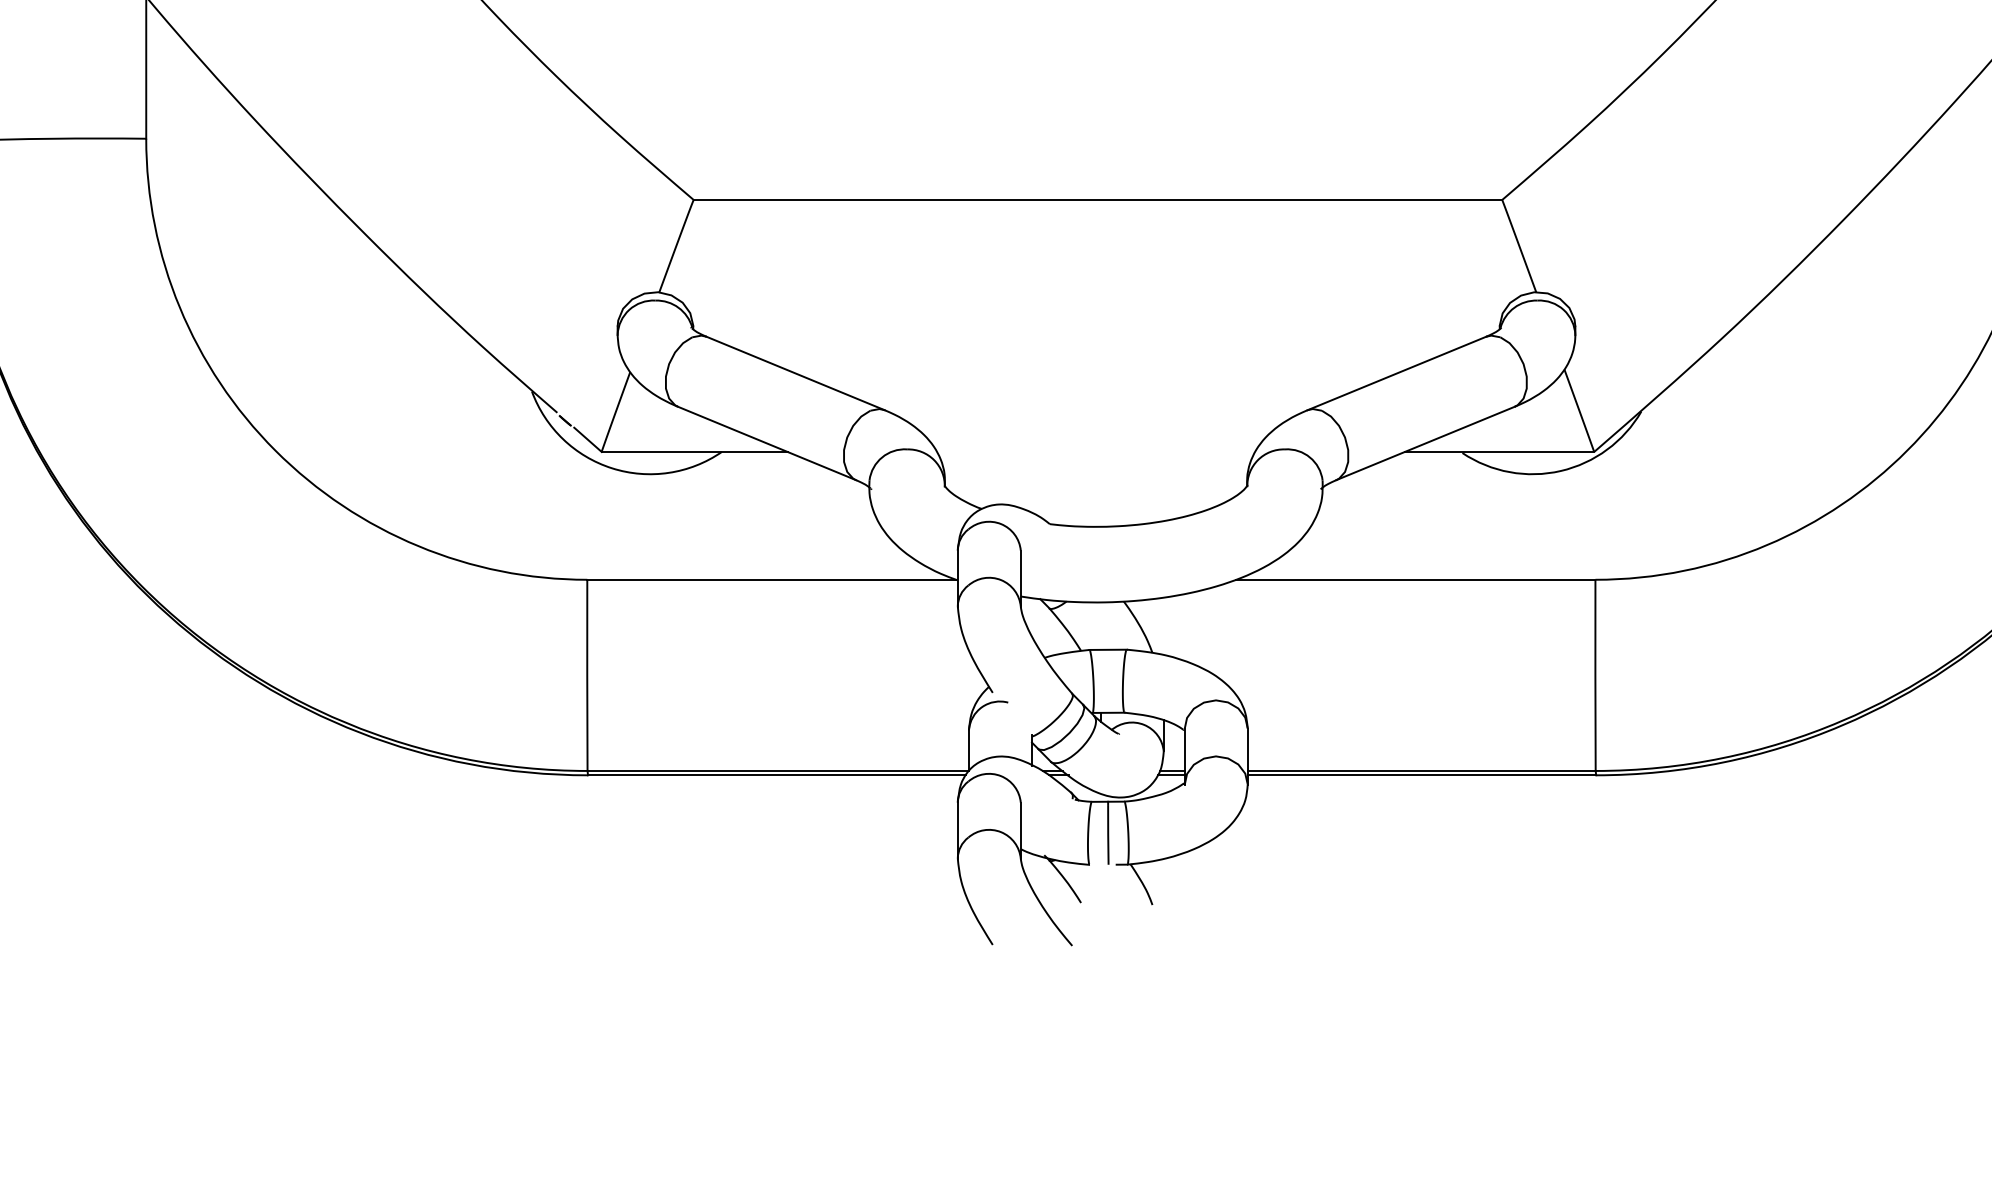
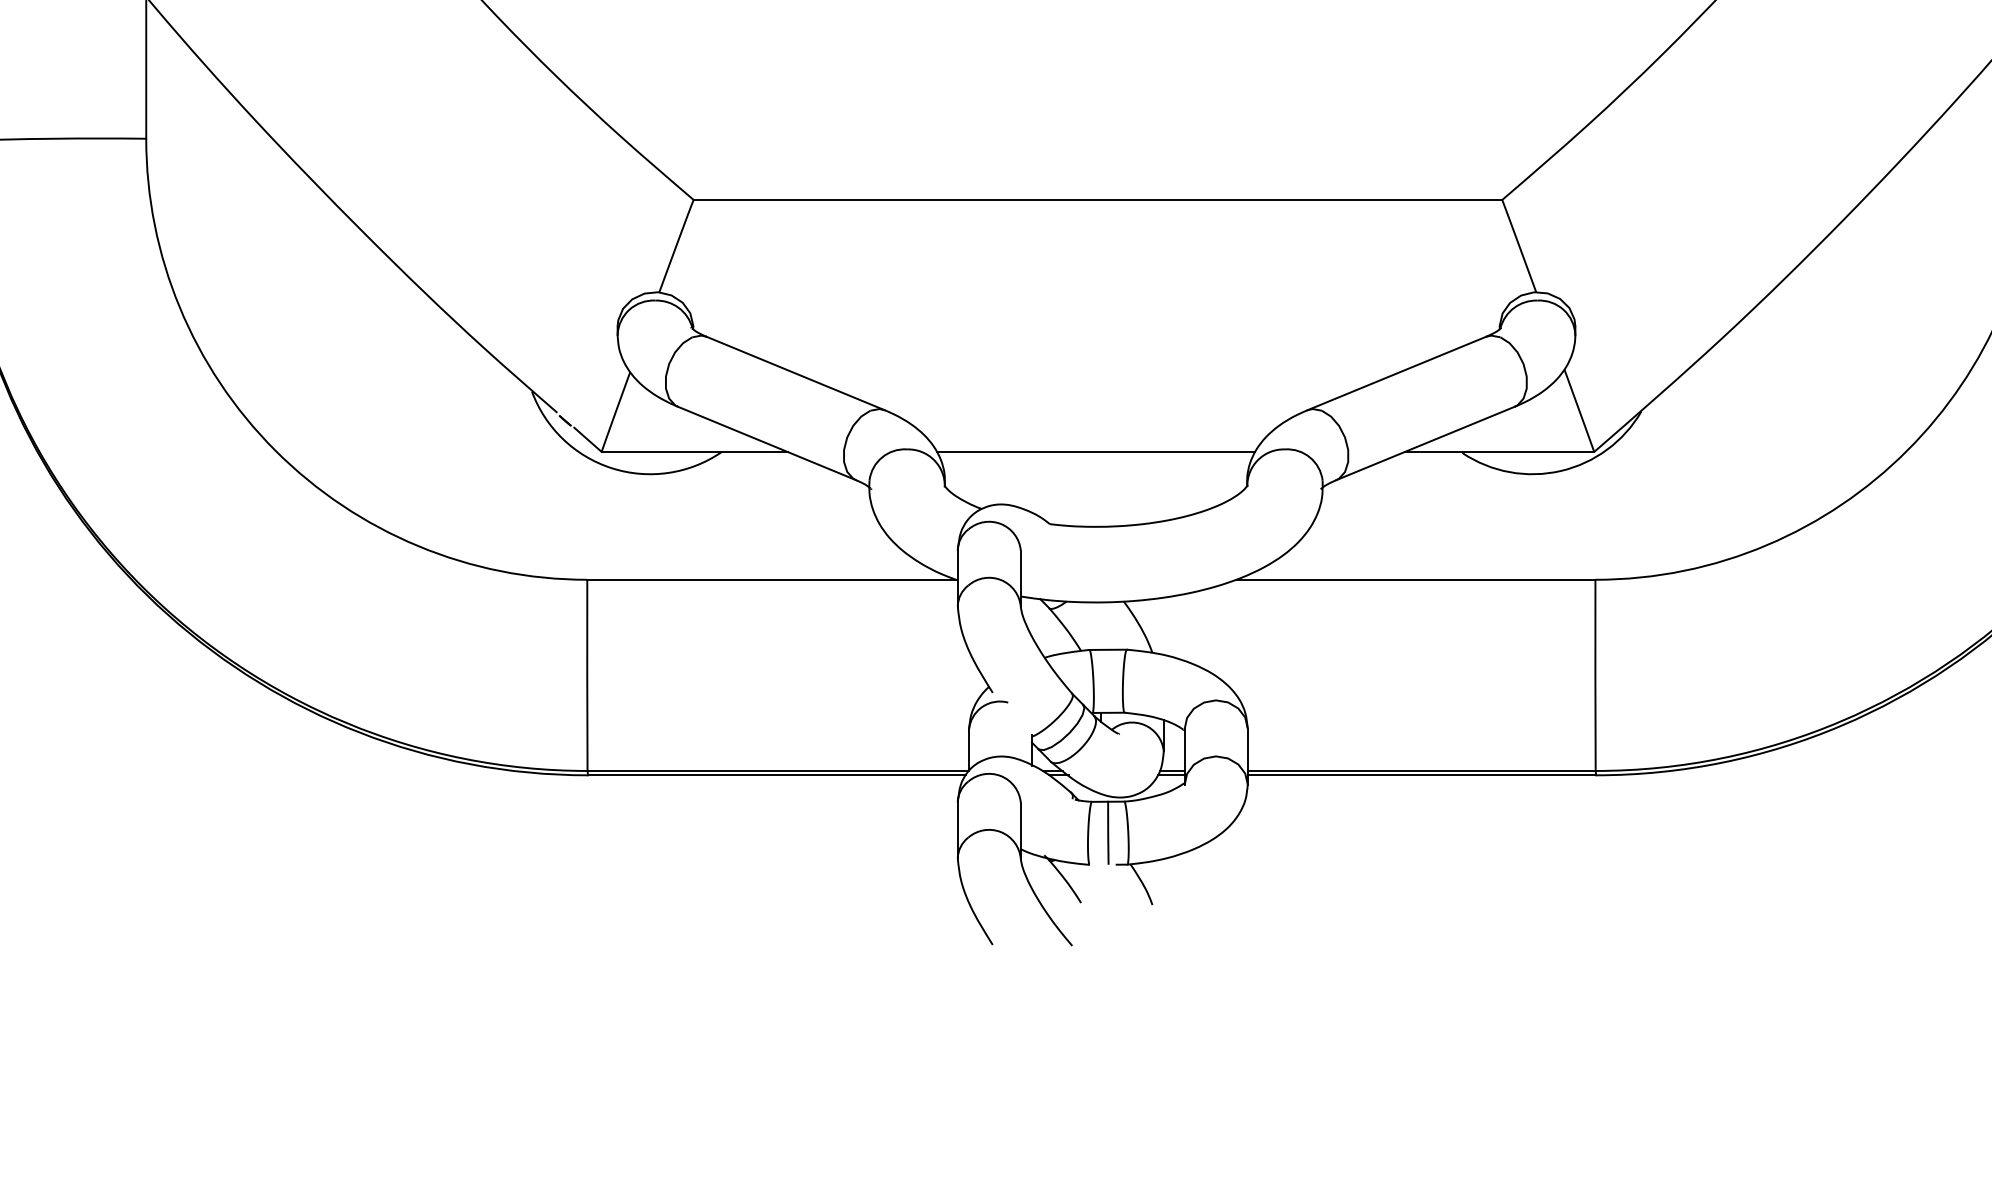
line at (1095, 451): none -> present
